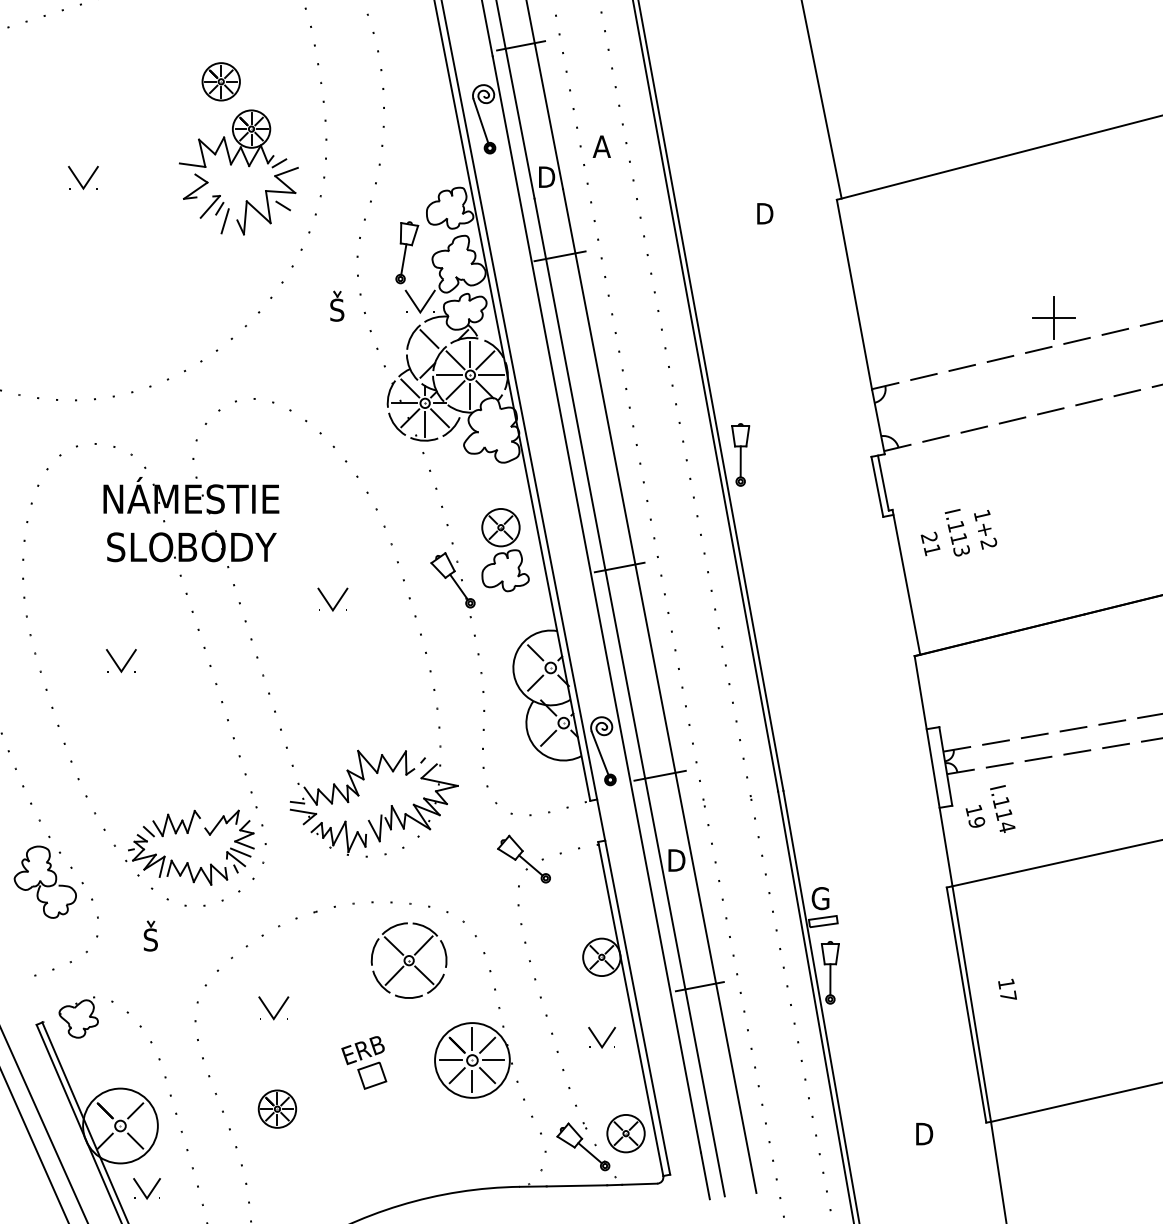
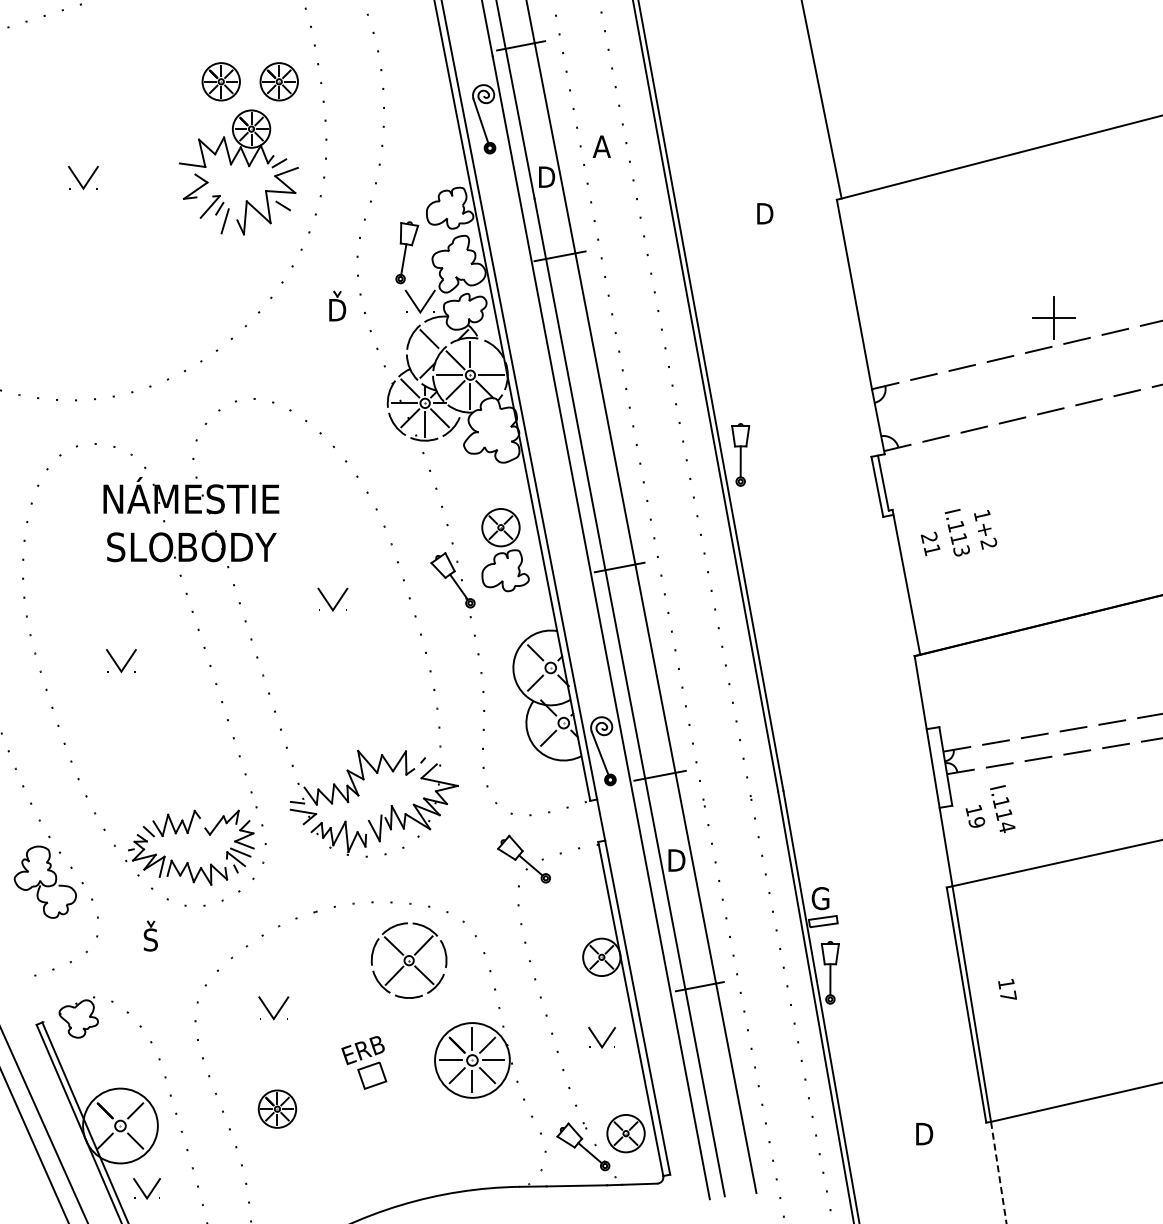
part at (278, 81): none -> present
text at (337, 309): S -> D
line at (485, 360): present -> none
line at (998, 1173): solid -> dashed
